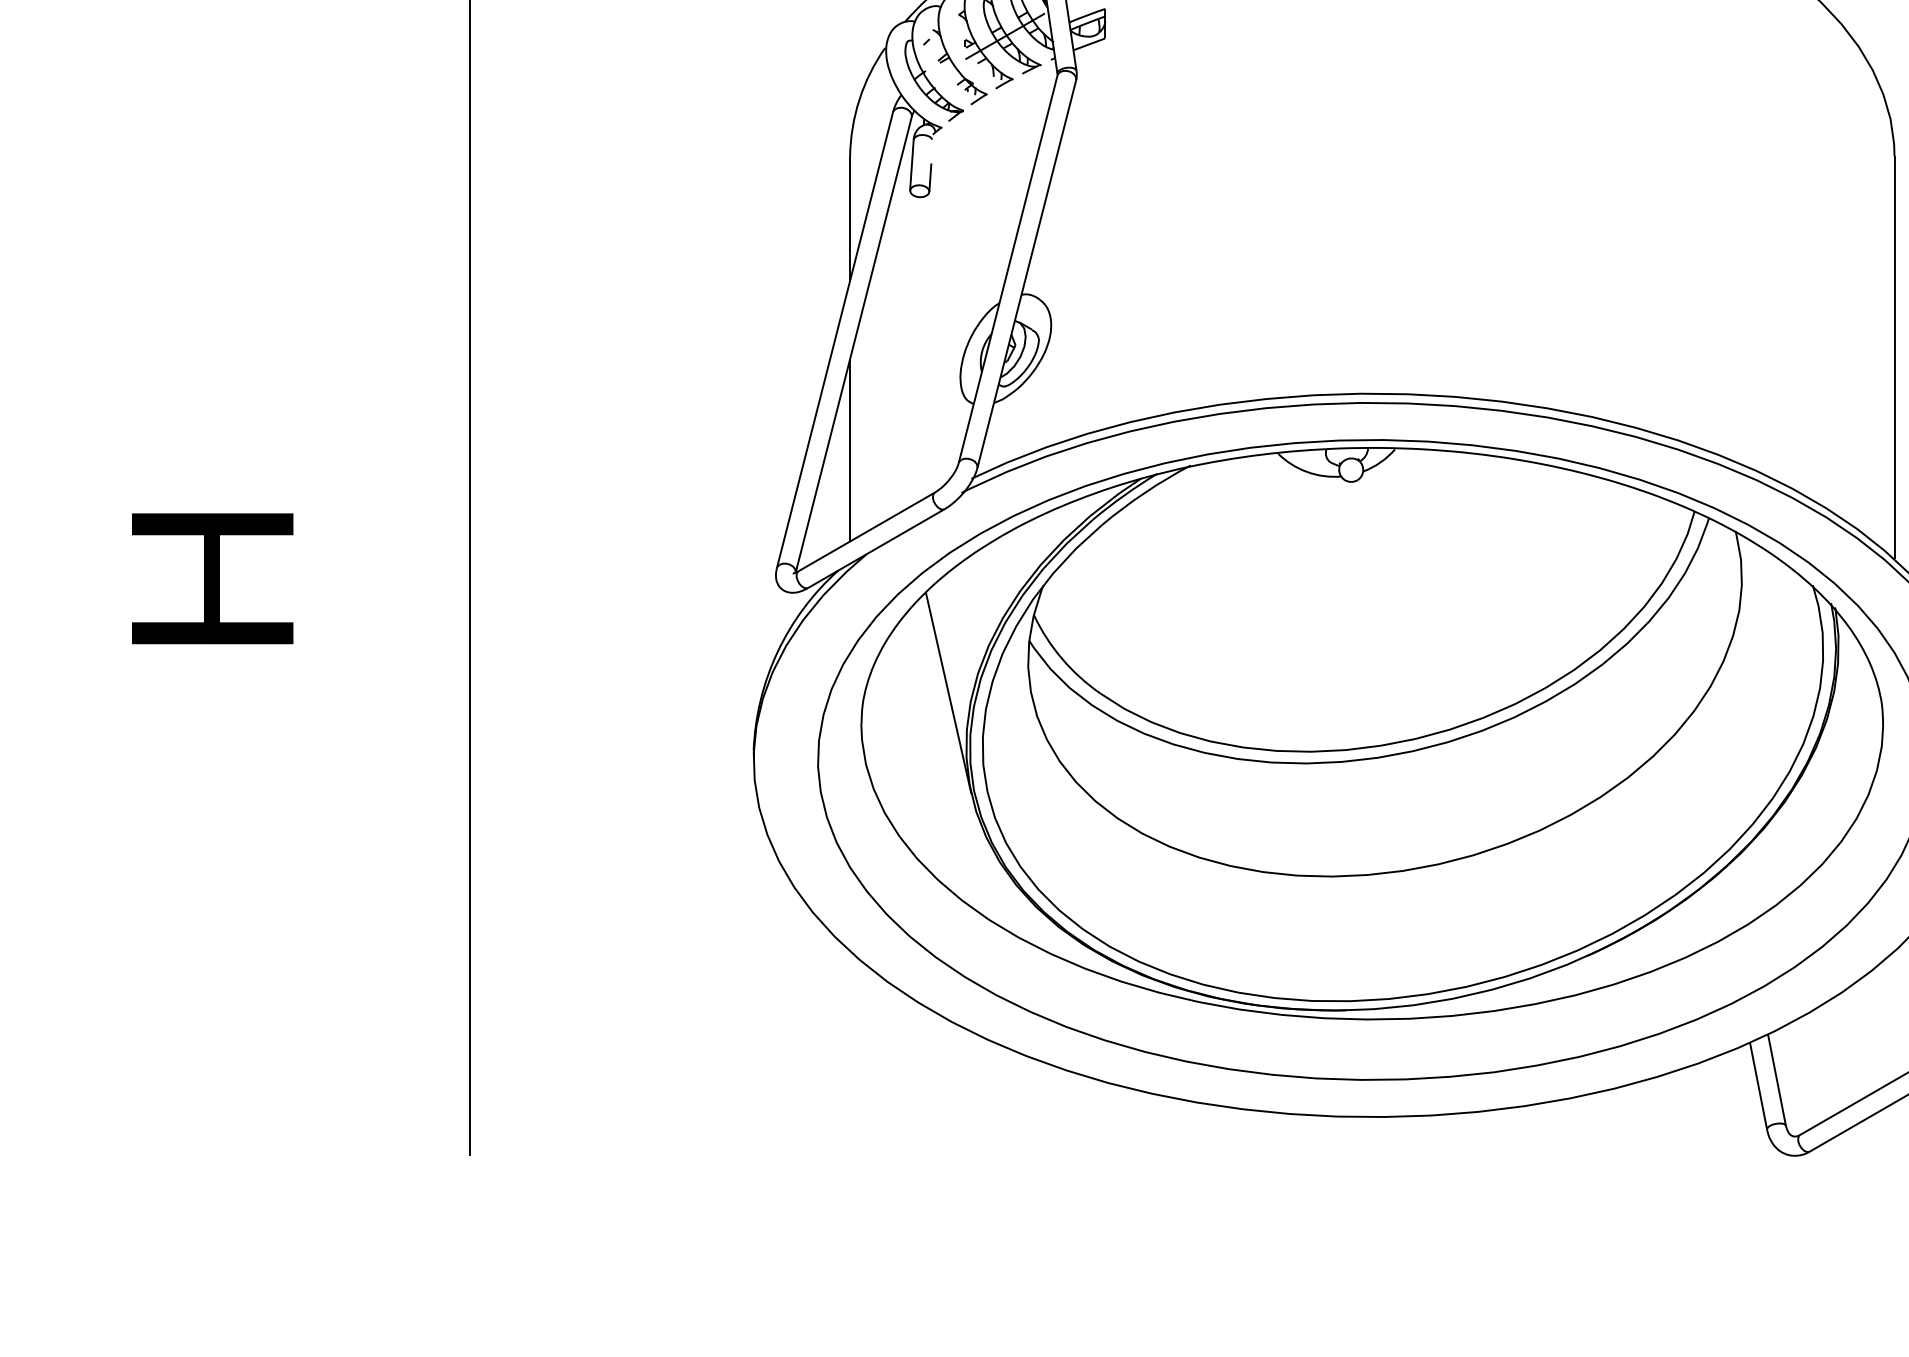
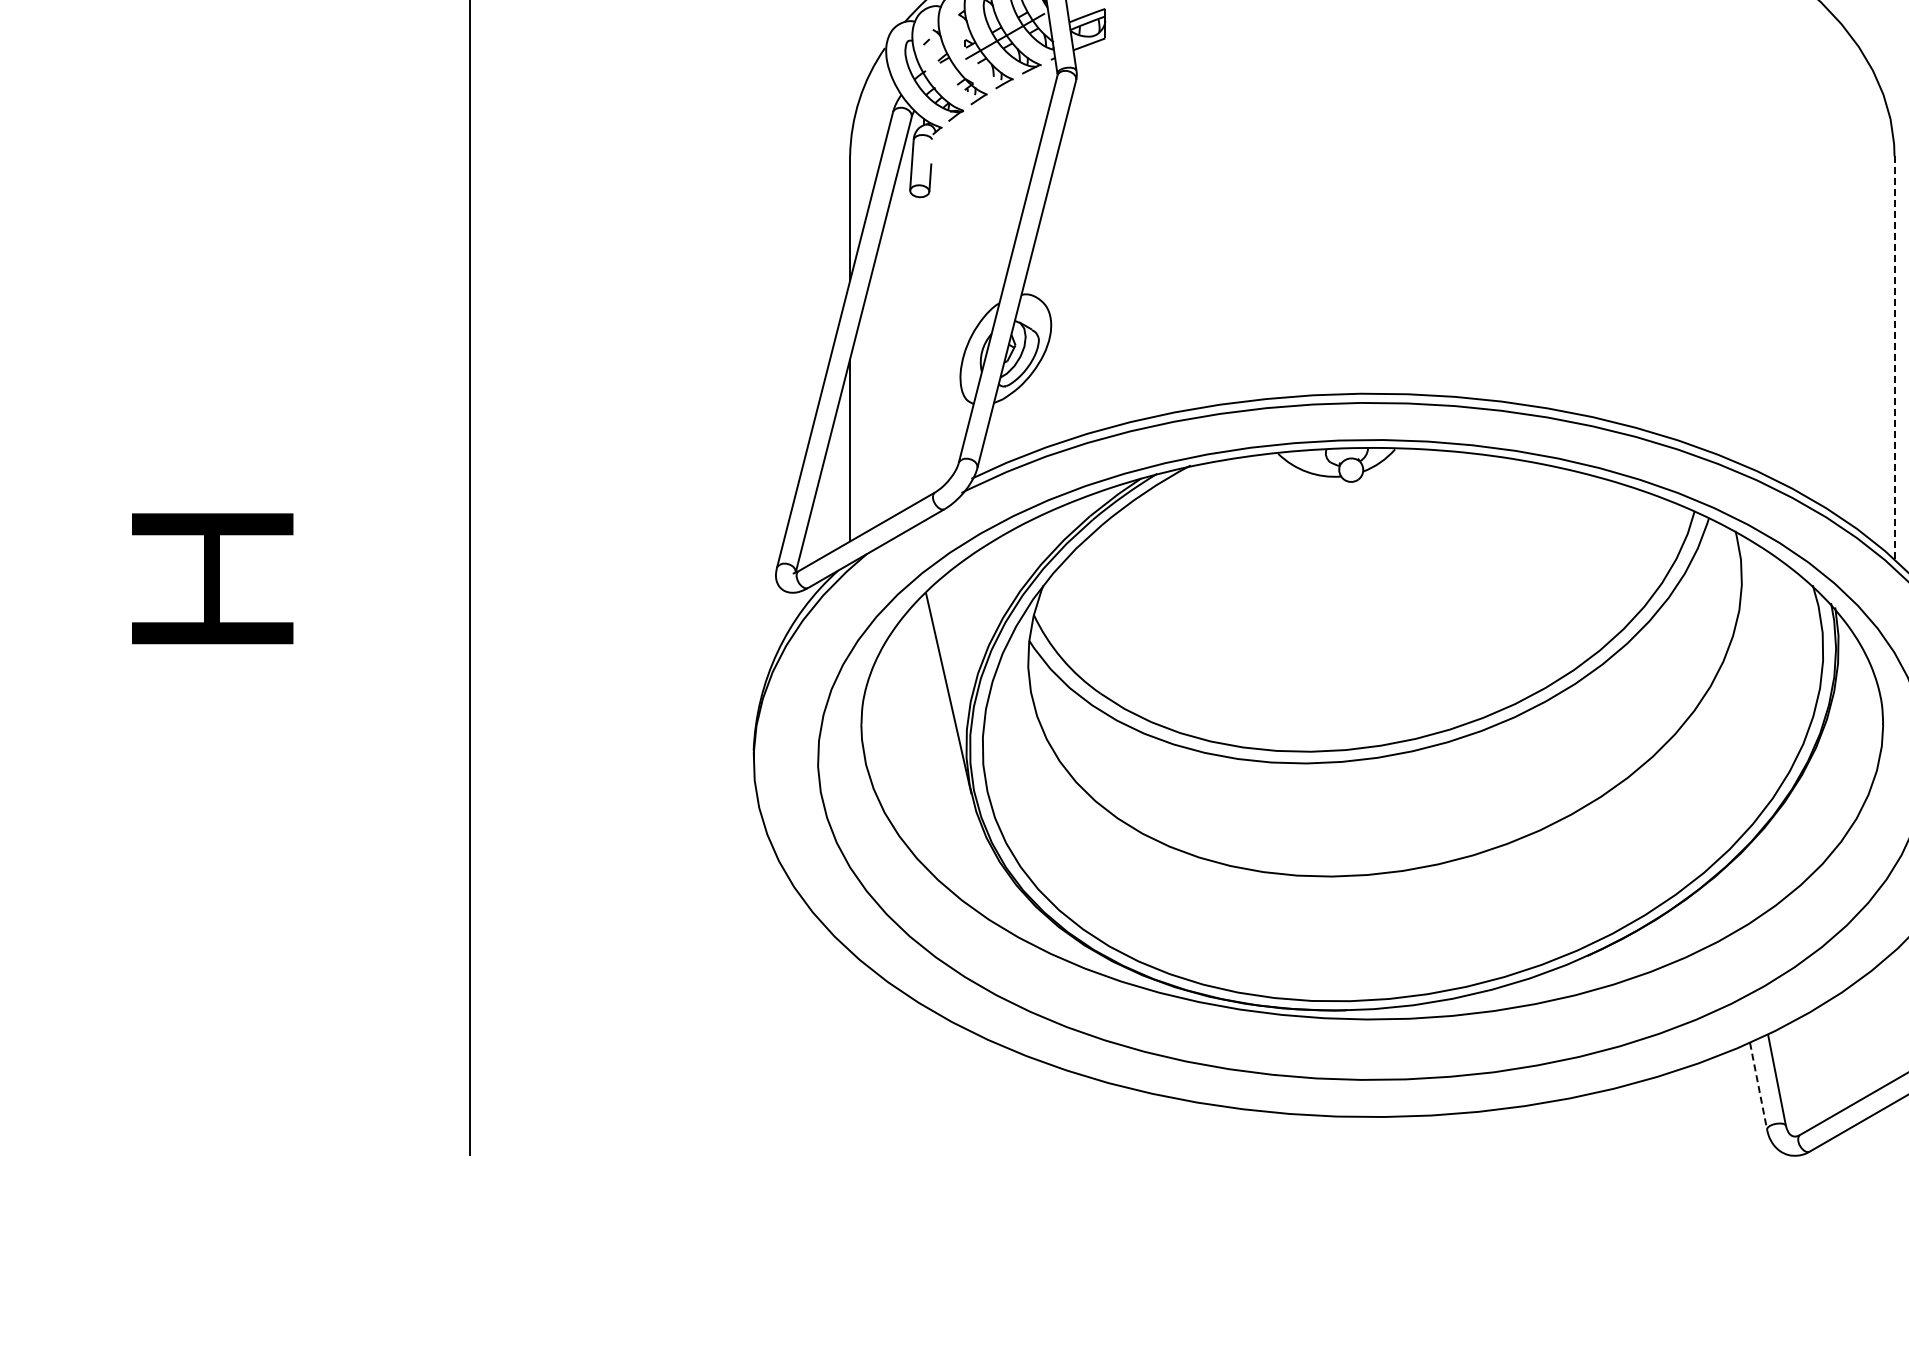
line at (1894, 357): solid -> dashed
line at (1758, 1086): solid -> dashed
